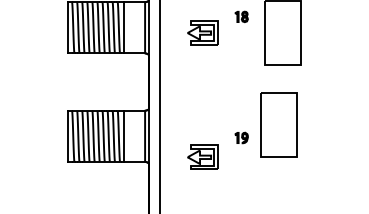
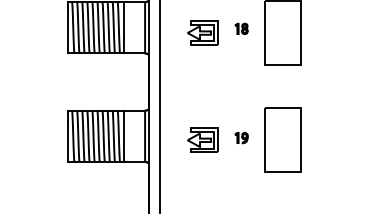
part at (241, 16) position: (241, 16) -> (241, 28)
part at (278, 124) position: (278, 124) -> (282, 139)
part at (202, 156) position: (202, 156) -> (202, 139)
